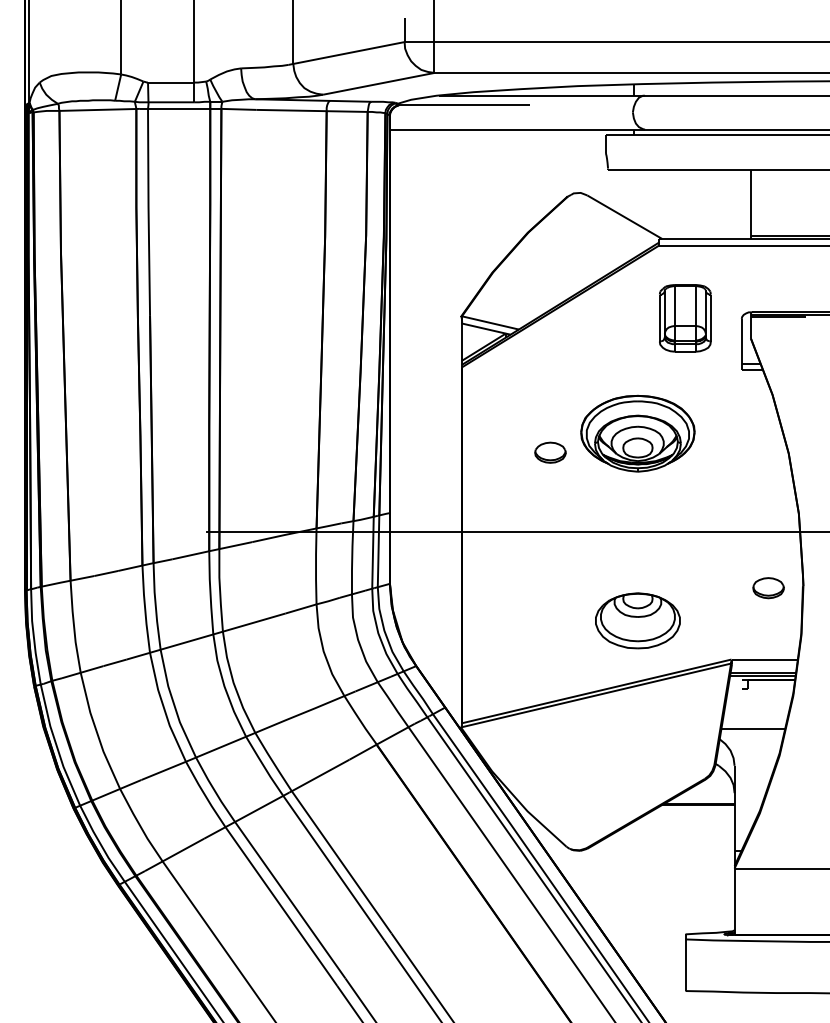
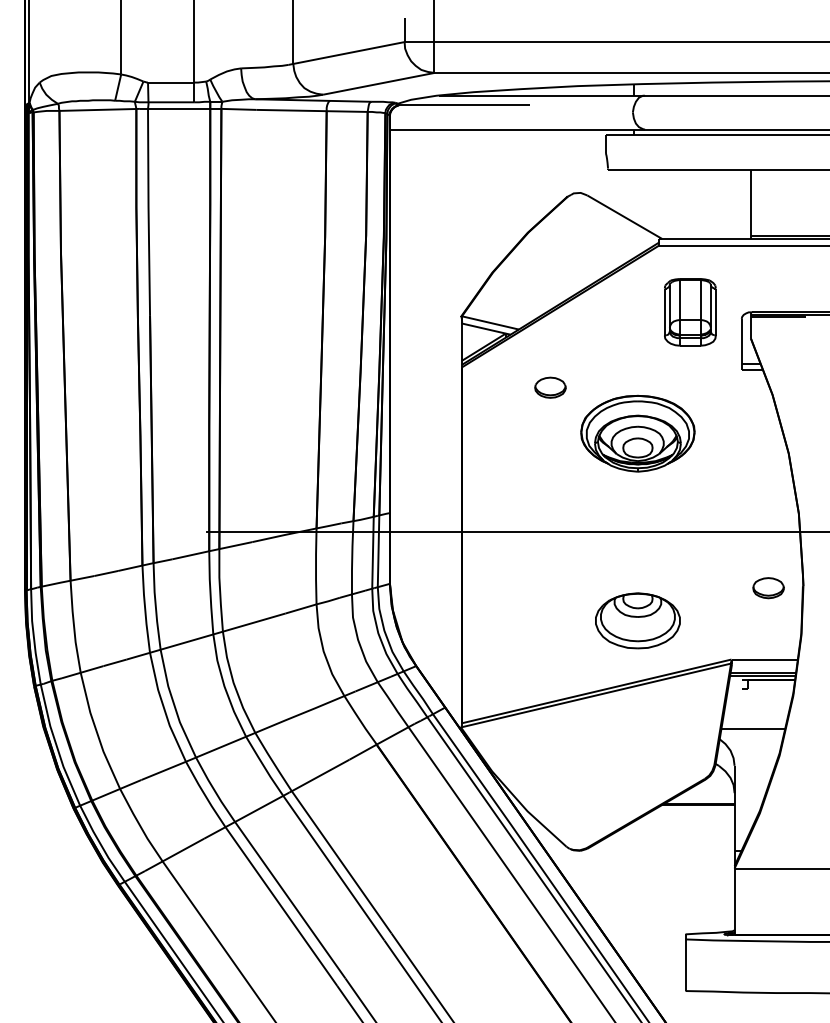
part at (685, 318) position: (685, 318) -> (690, 312)
part at (550, 452) position: (550, 452) -> (550, 387)
